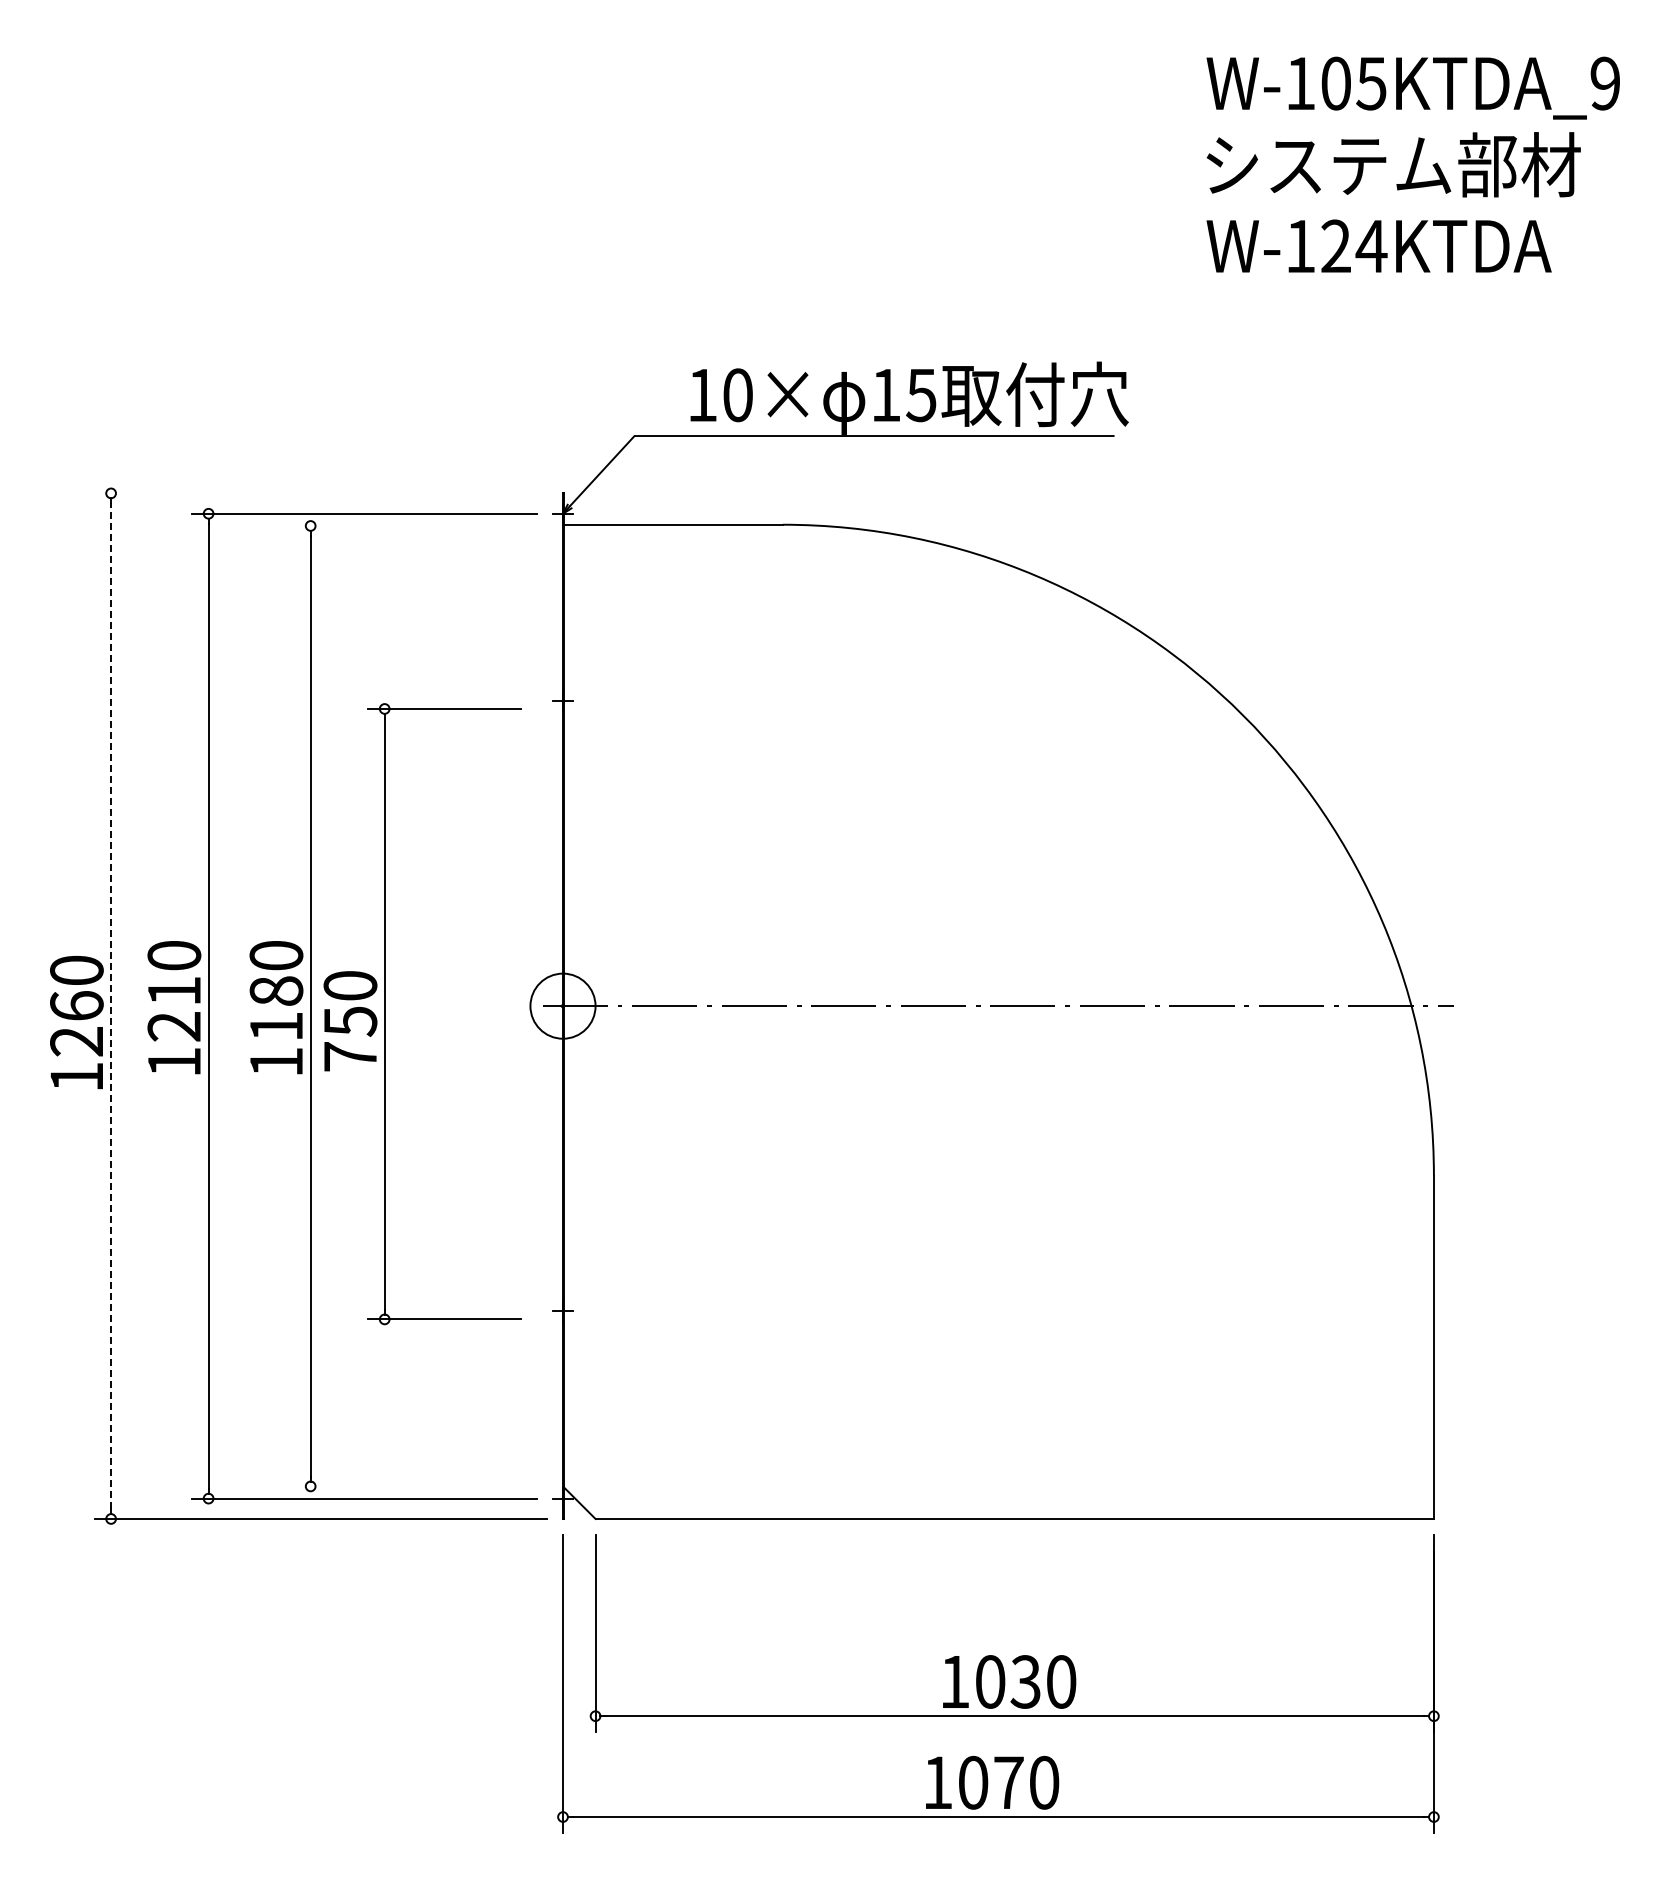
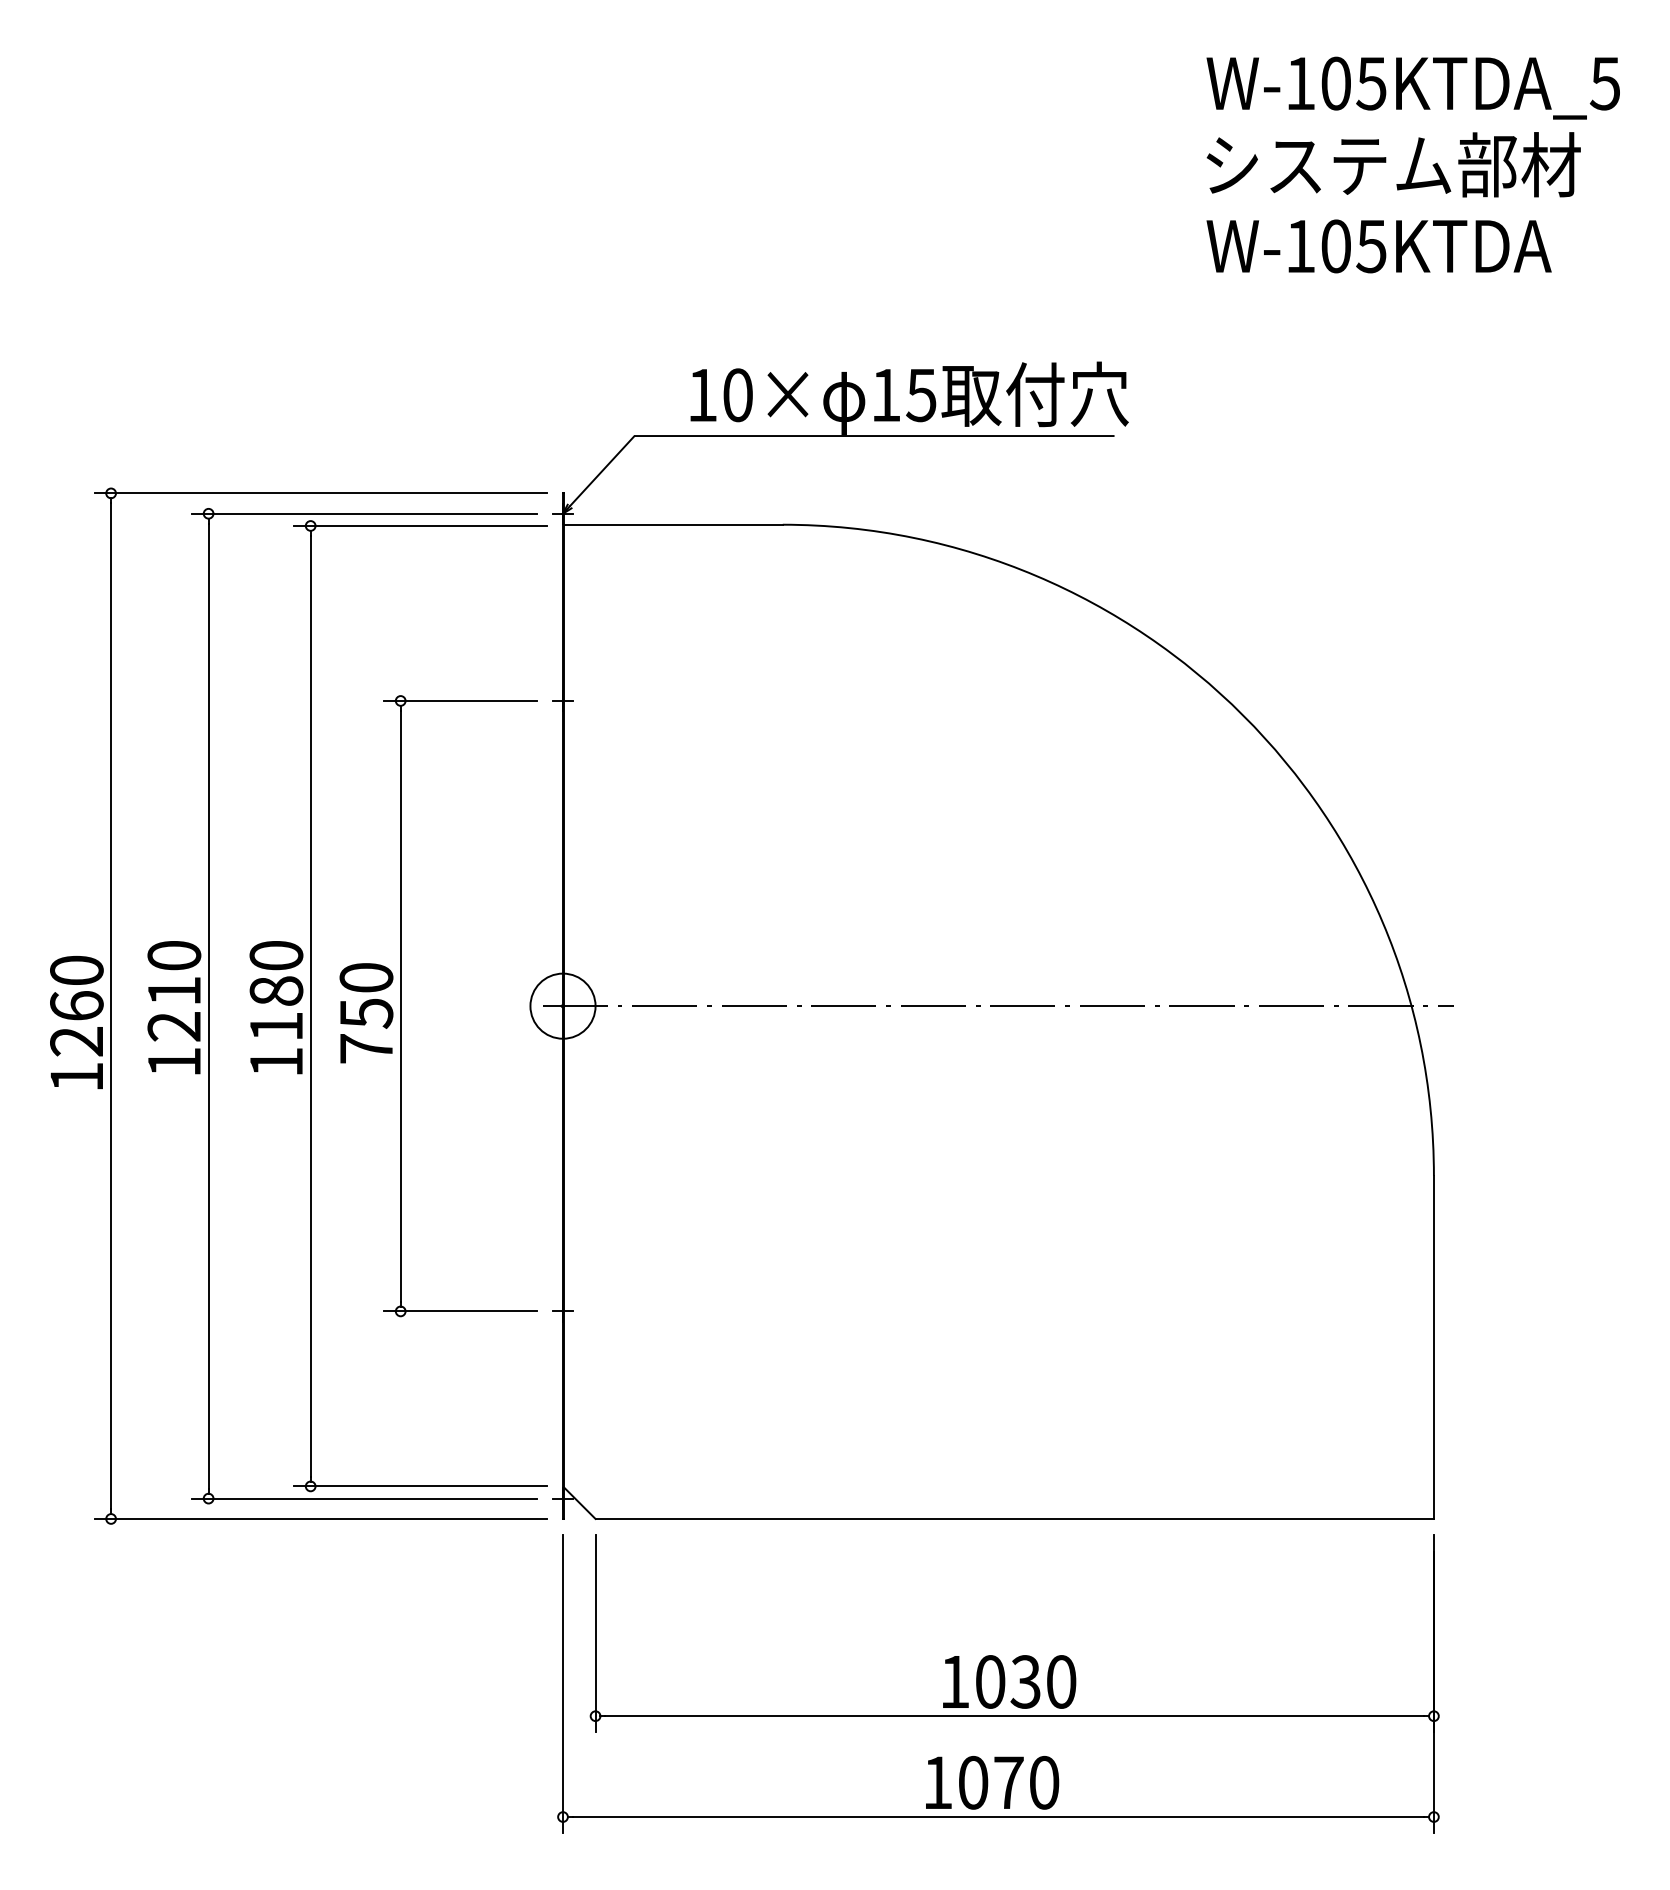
text at (1604, 83): W-105KTDA_9 -> W-105KTDA_5
text at (1354, 246): W-124KTDA -> W-105KTDA
line at (320, 493): none -> present
line at (420, 525): none -> present
line at (111, 1005): dashed -> solid
part at (385, 1014) position: (385, 1014) -> (401, 1006)
line at (420, 1486): none -> present
